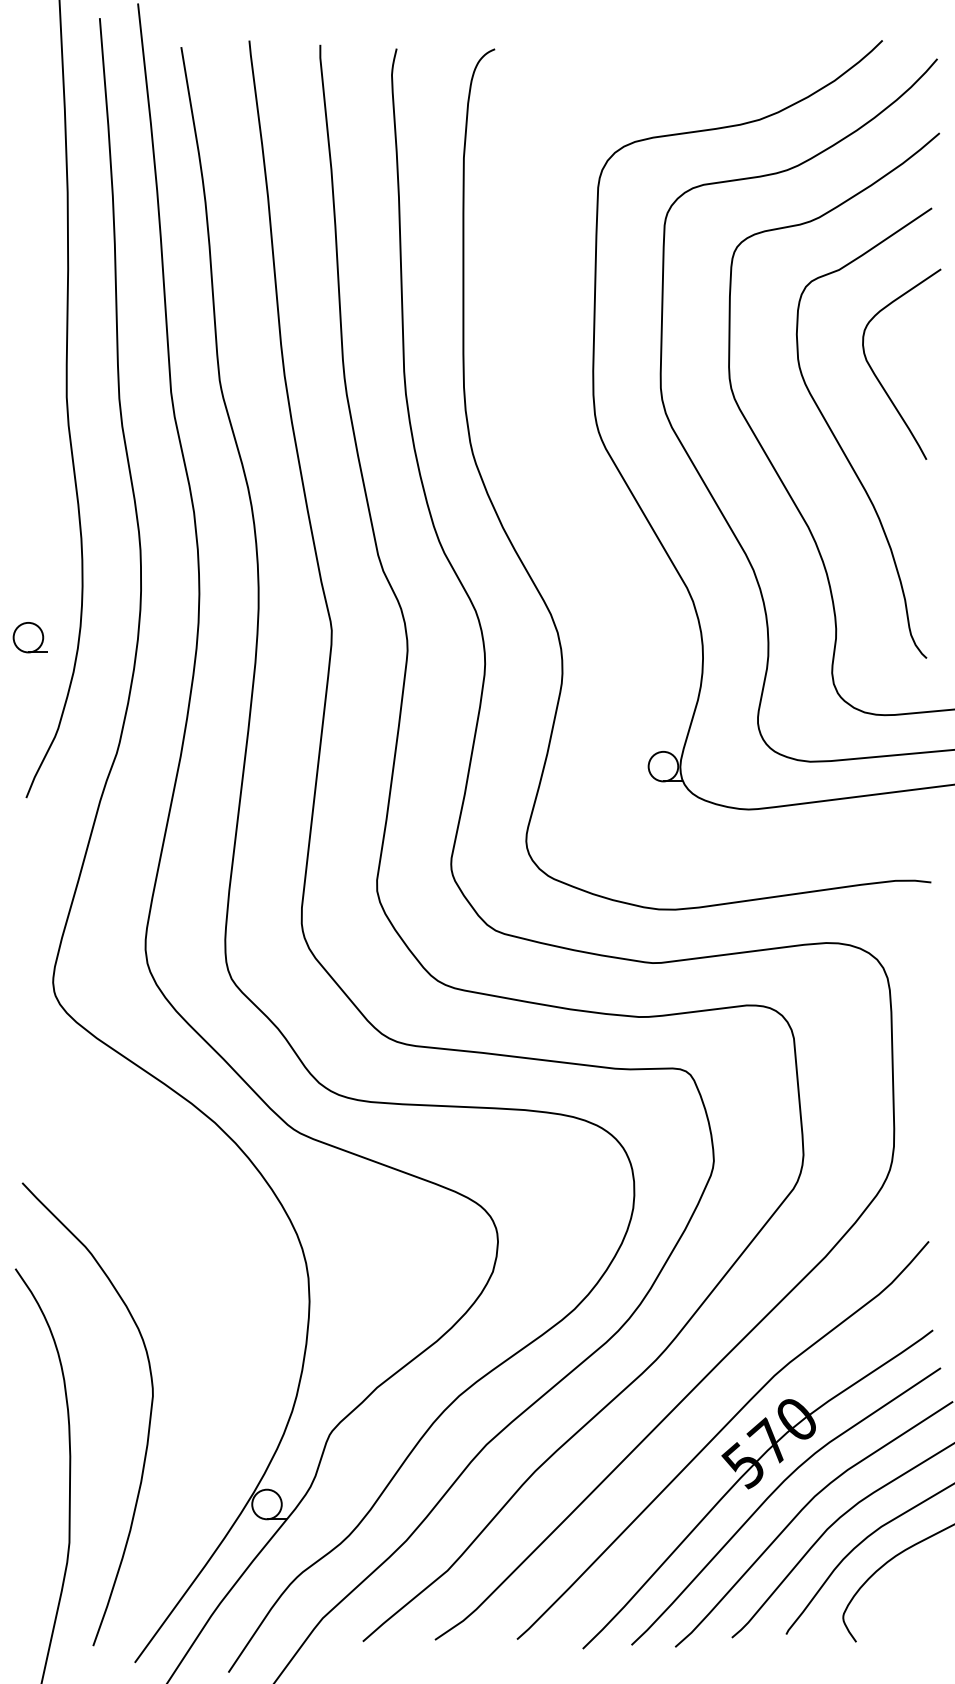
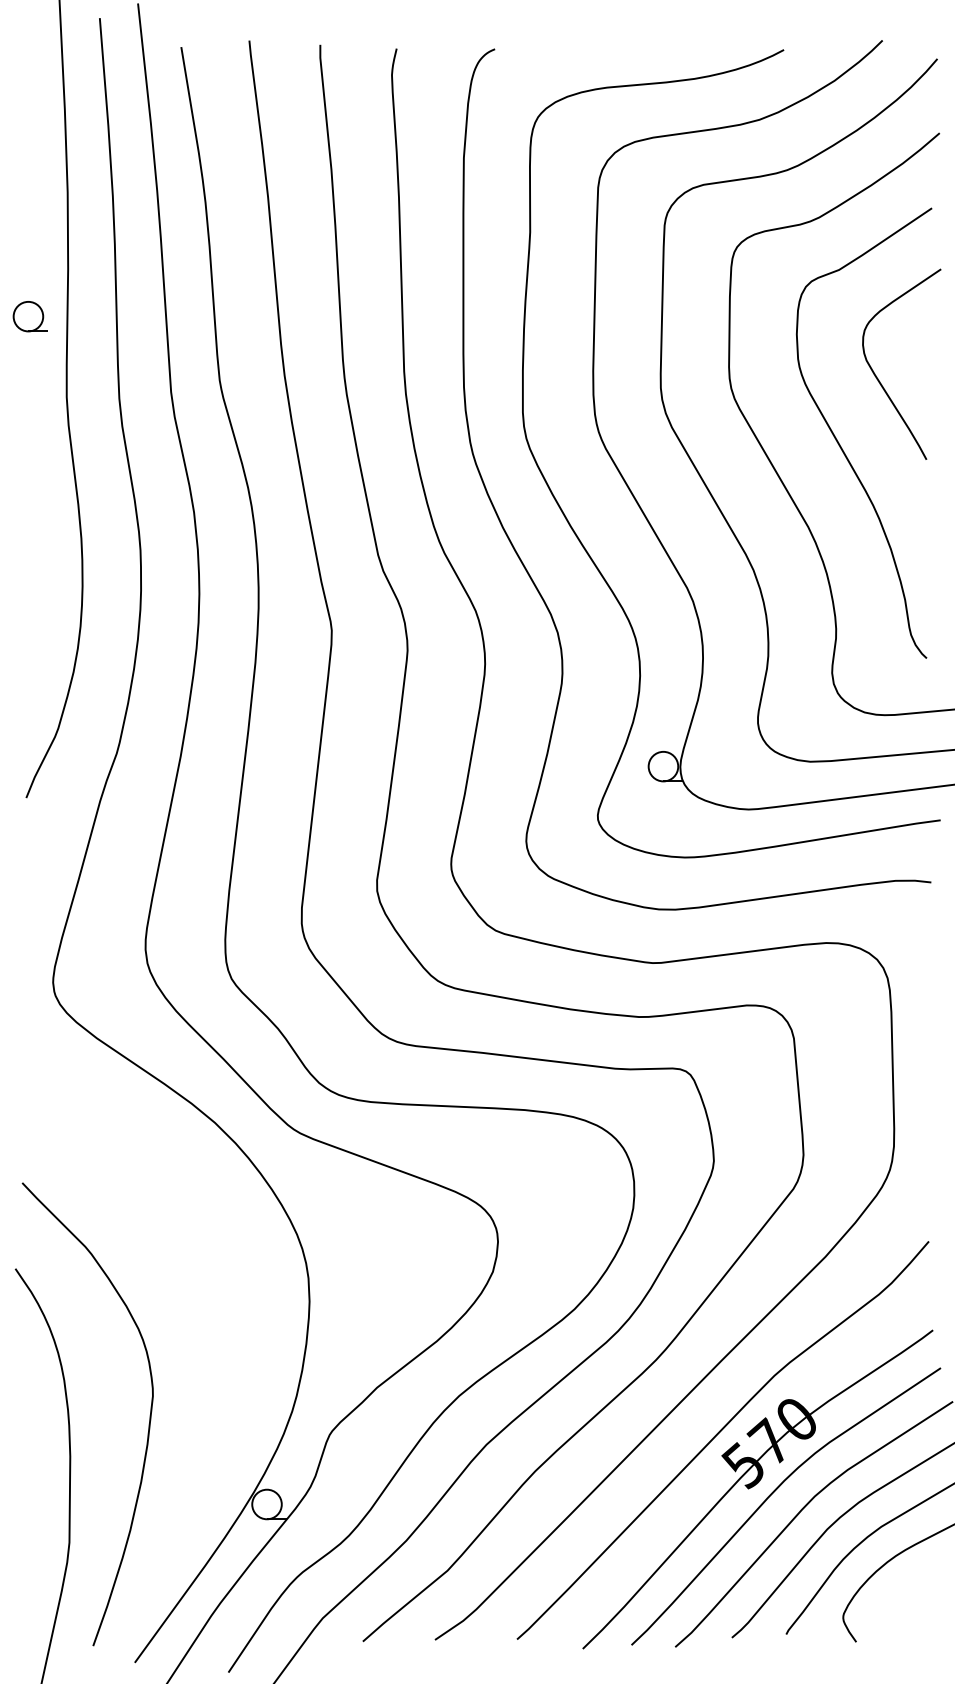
curve at (583, 544): none -> present
part at (29, 637) position: (29, 637) -> (29, 316)
